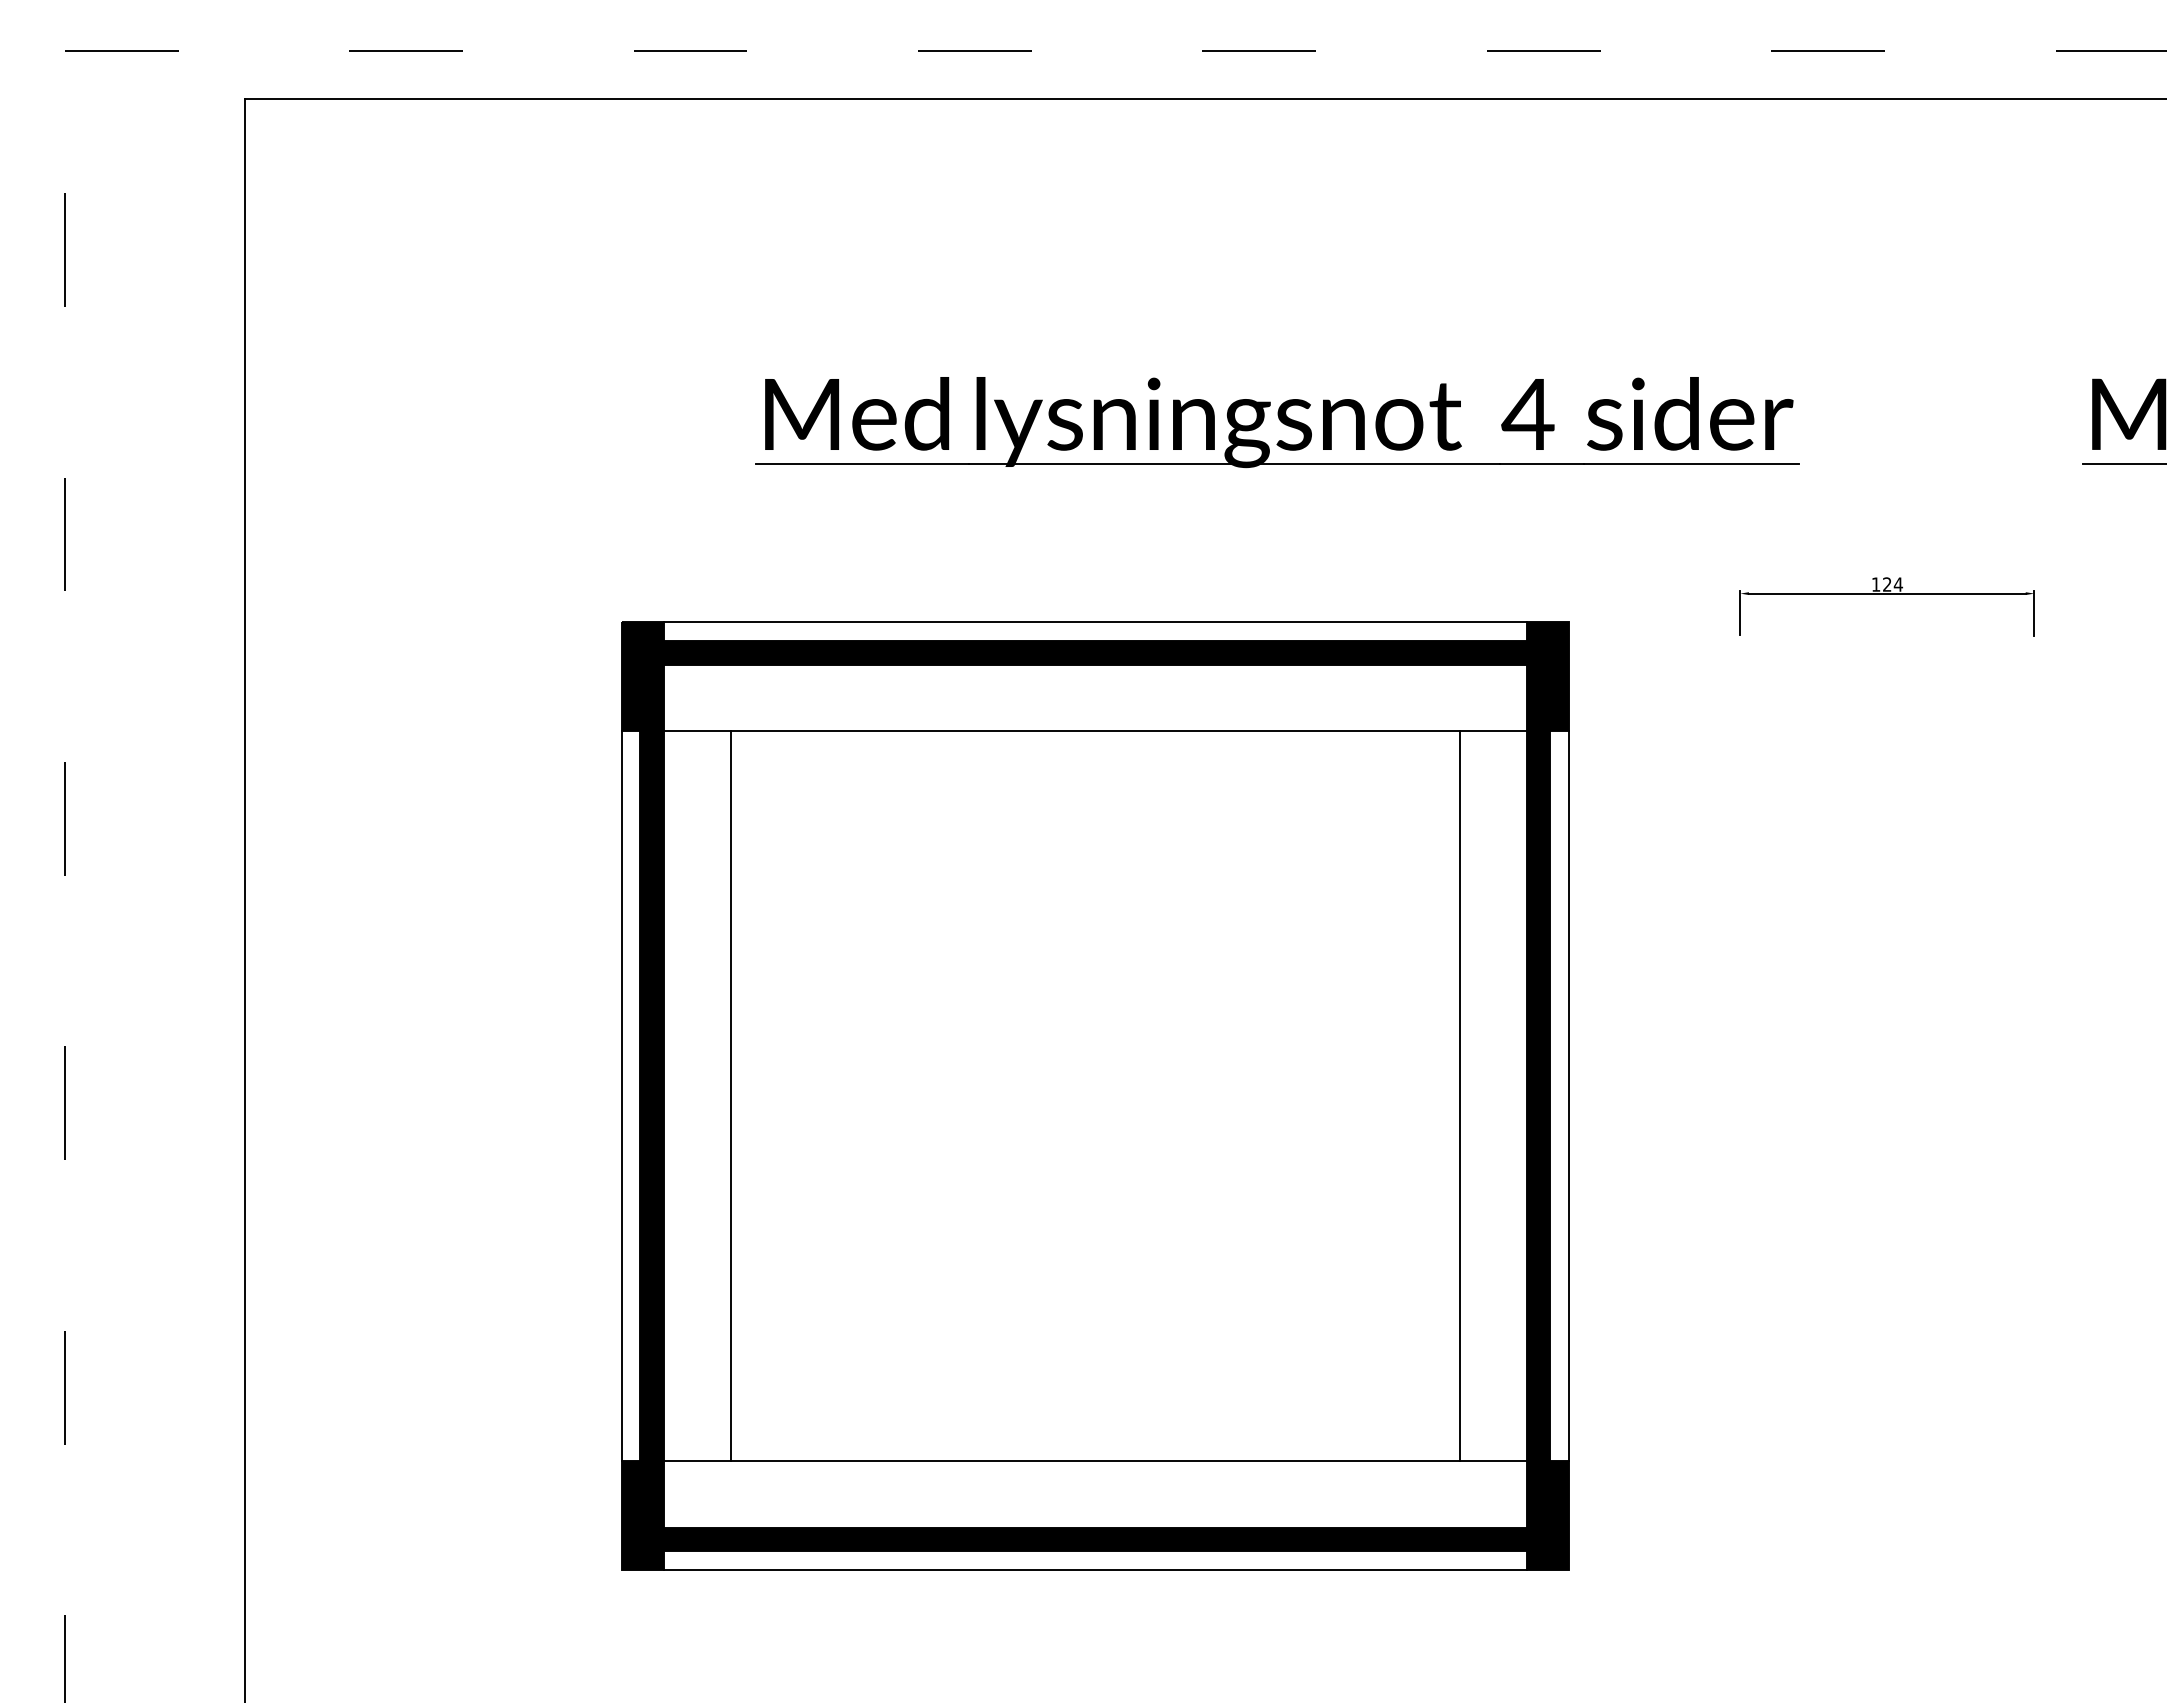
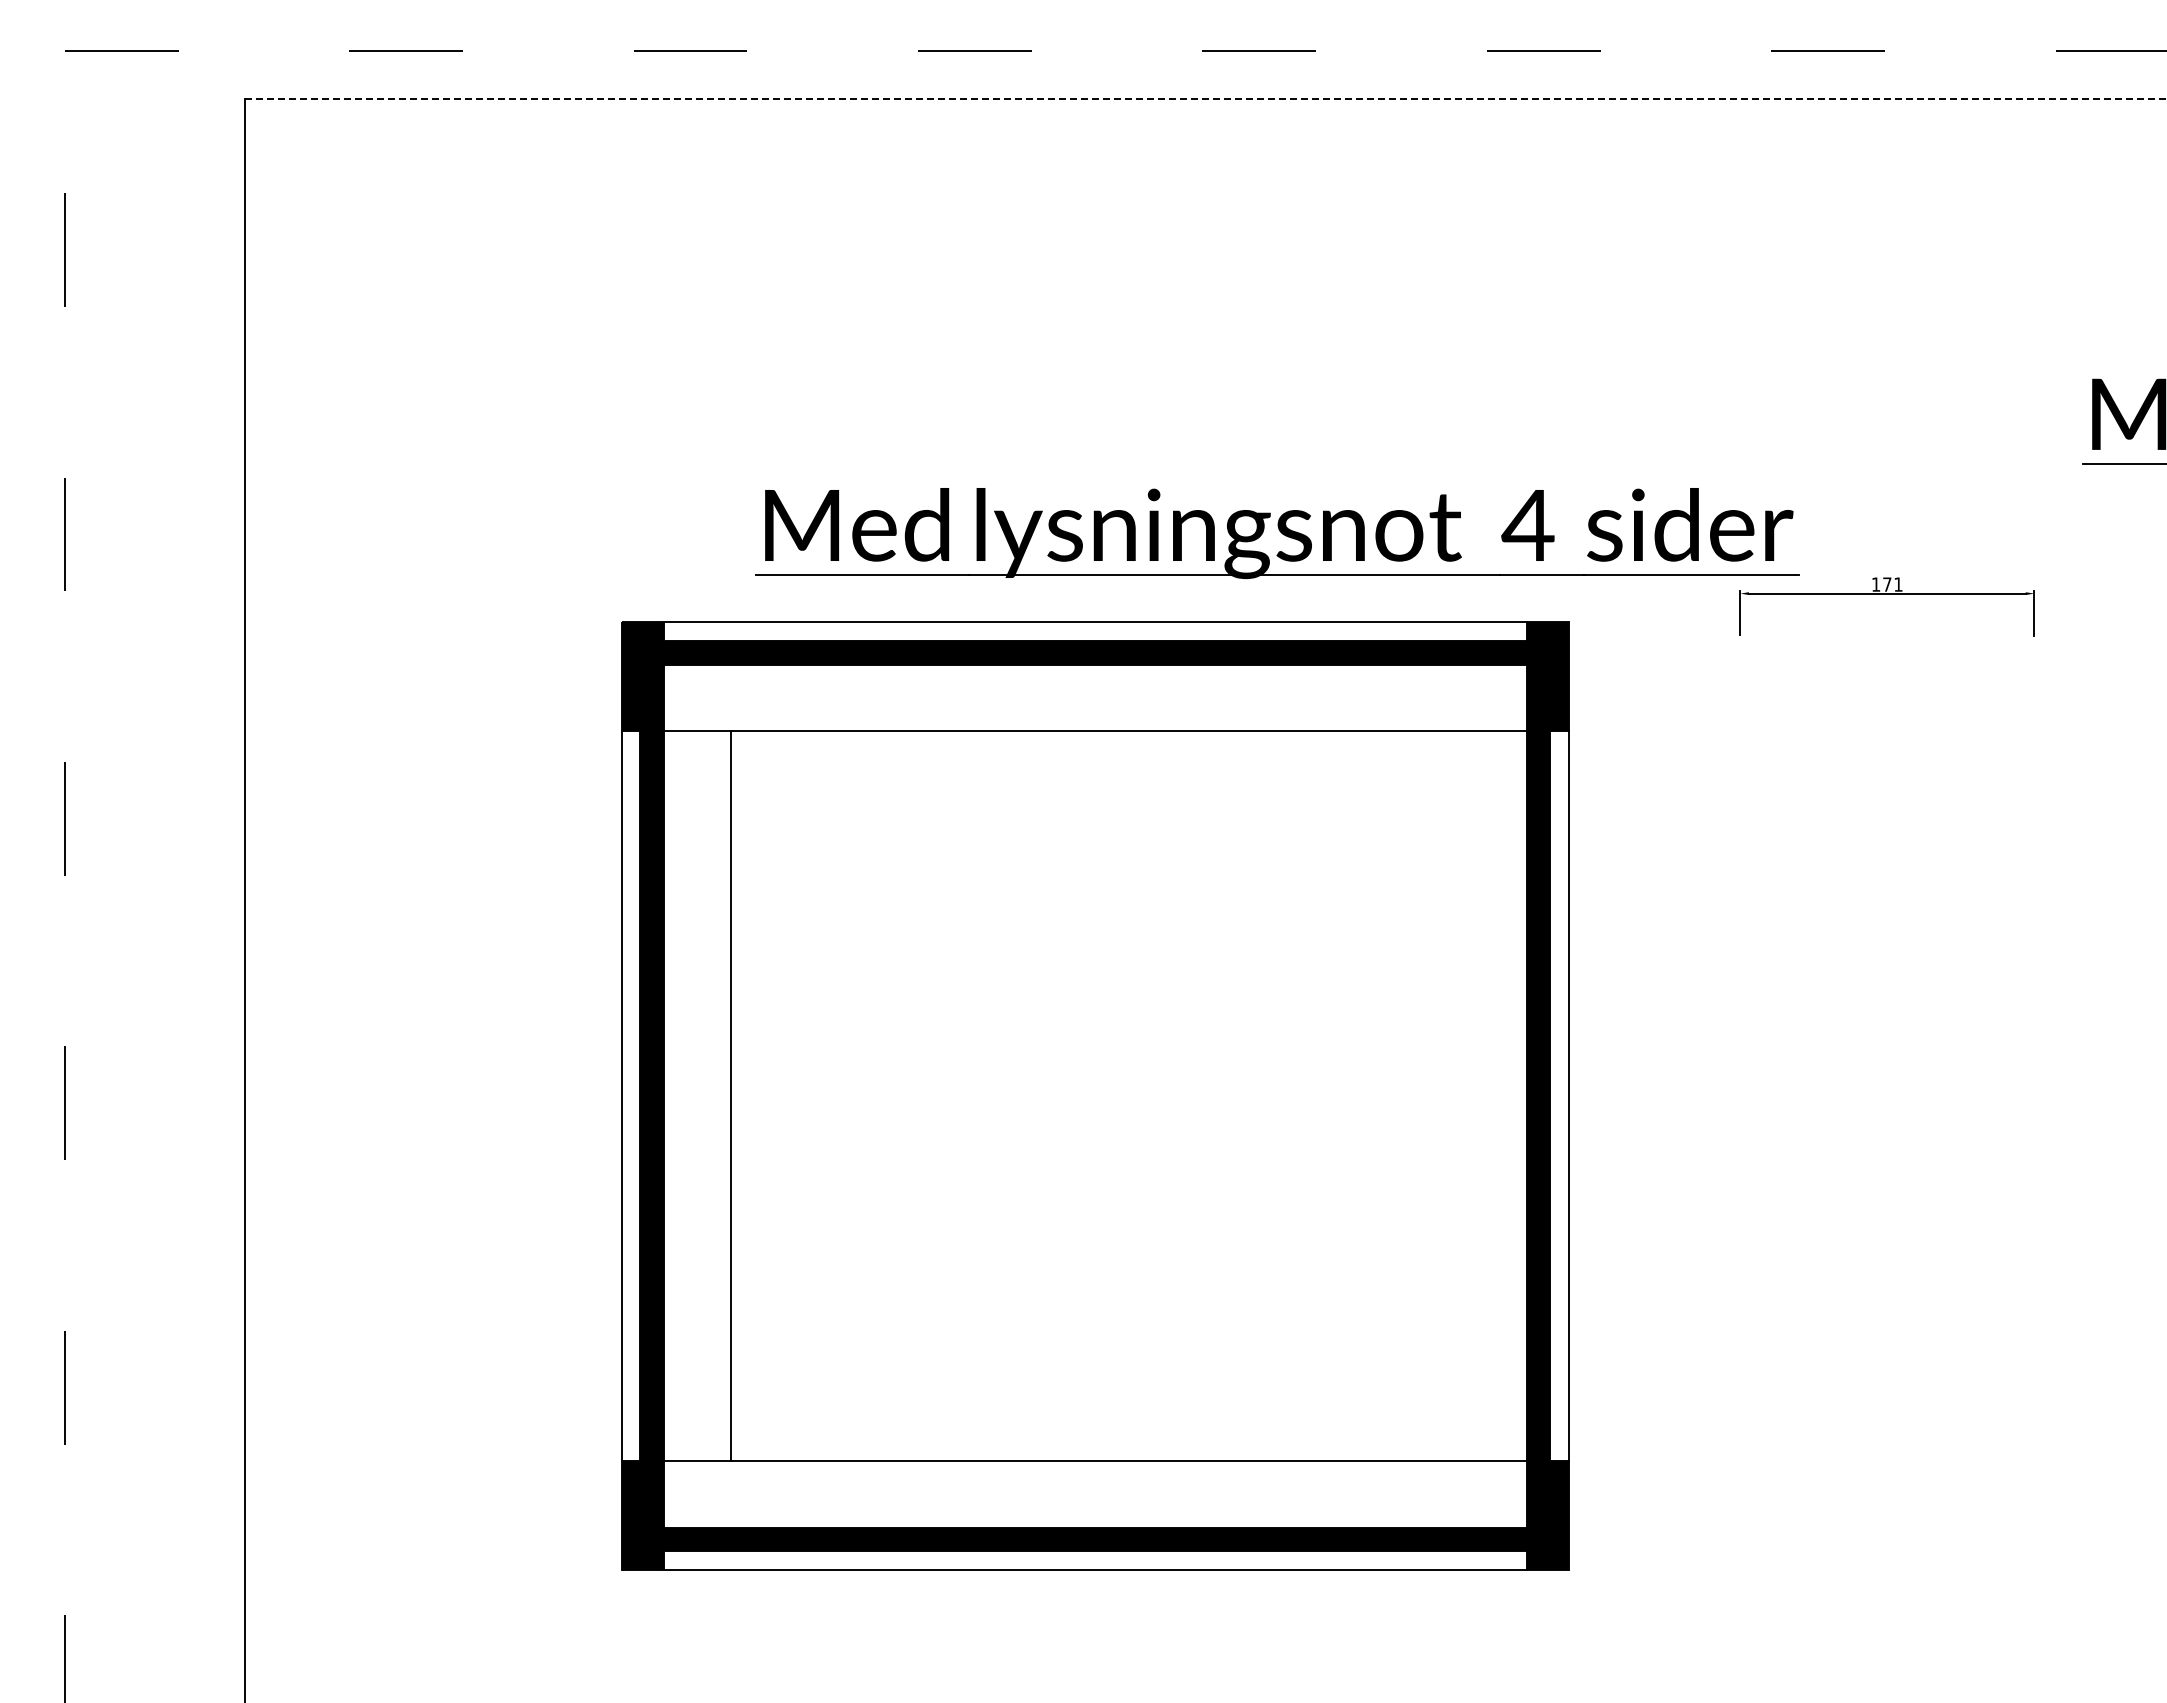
line at (1205, 98): solid -> dashed
part at (1277, 422) position: (1277, 422) -> (1277, 533)
text at (1893, 584): 124 -> 171
line at (1460, 1096): present -> none
